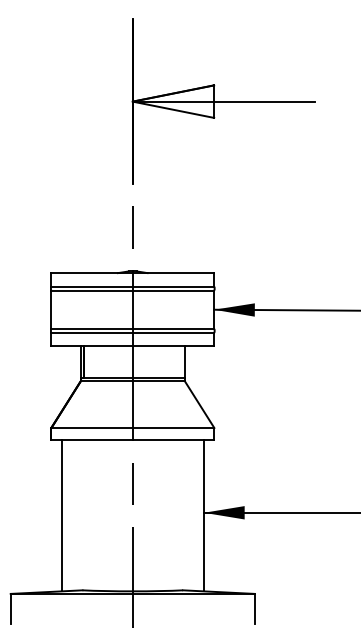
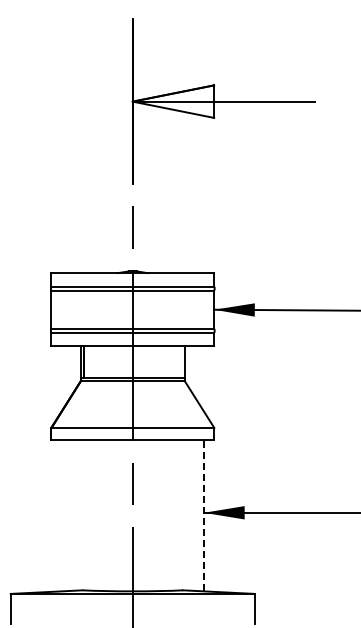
line at (61, 515): present -> none
line at (203, 515): solid -> dashed
